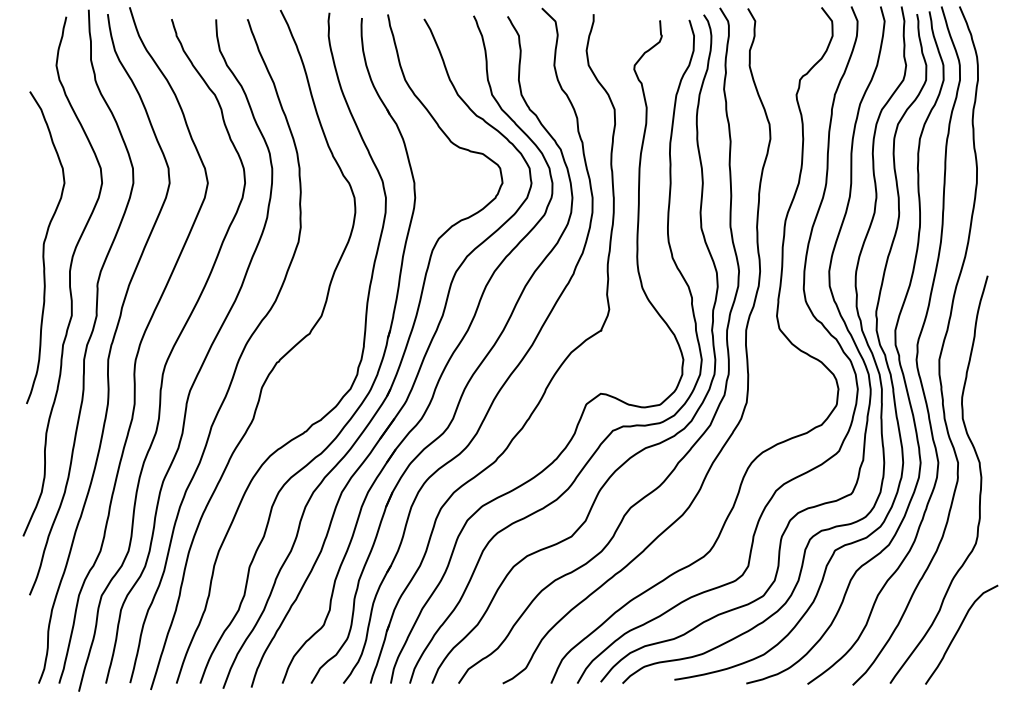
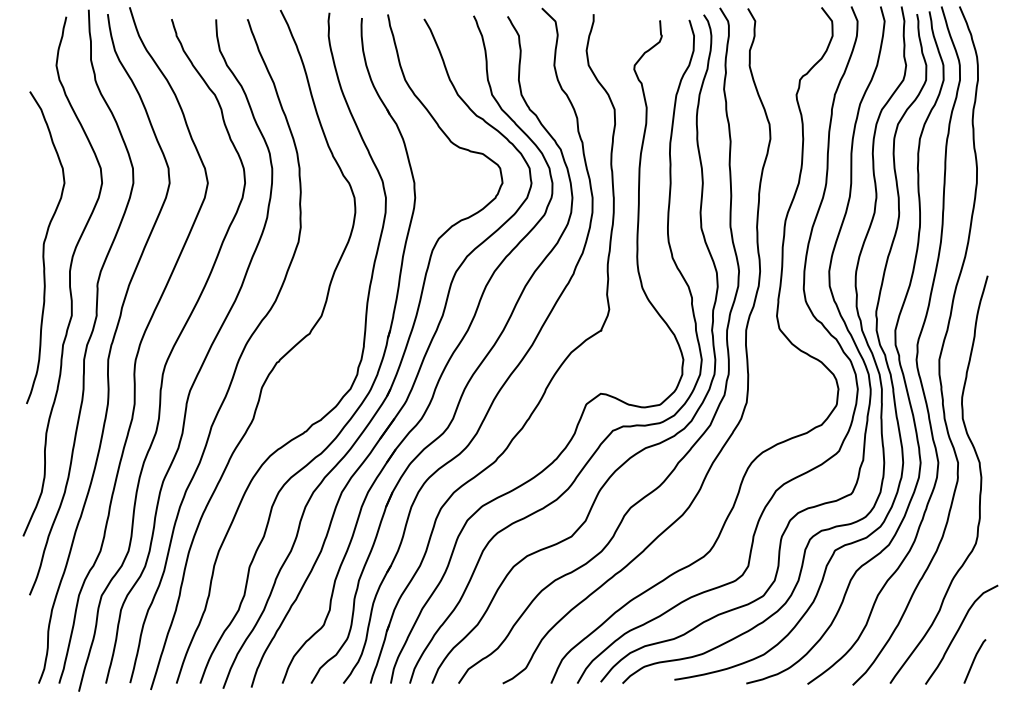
line at (974, 661): none -> present
